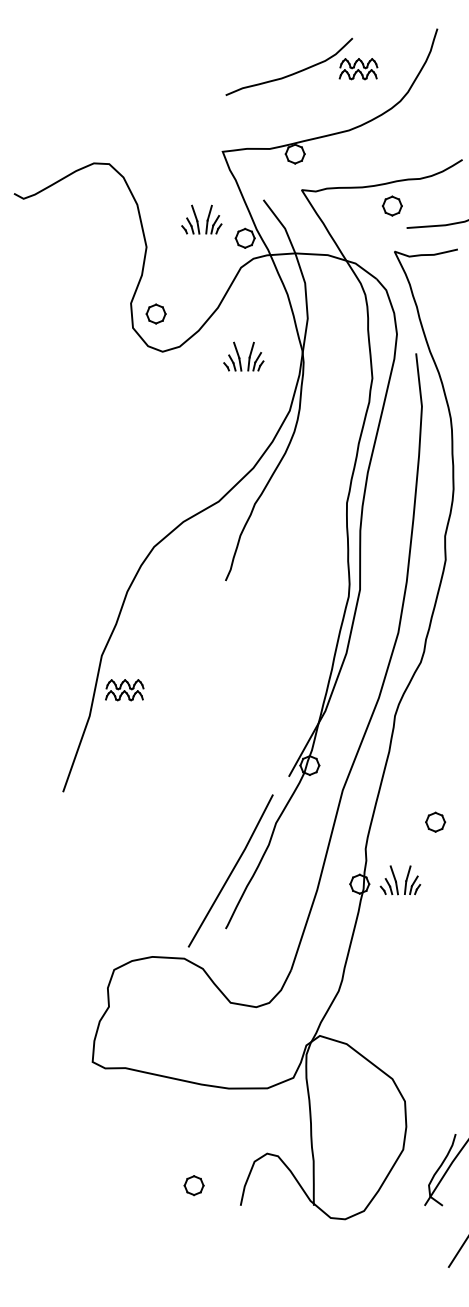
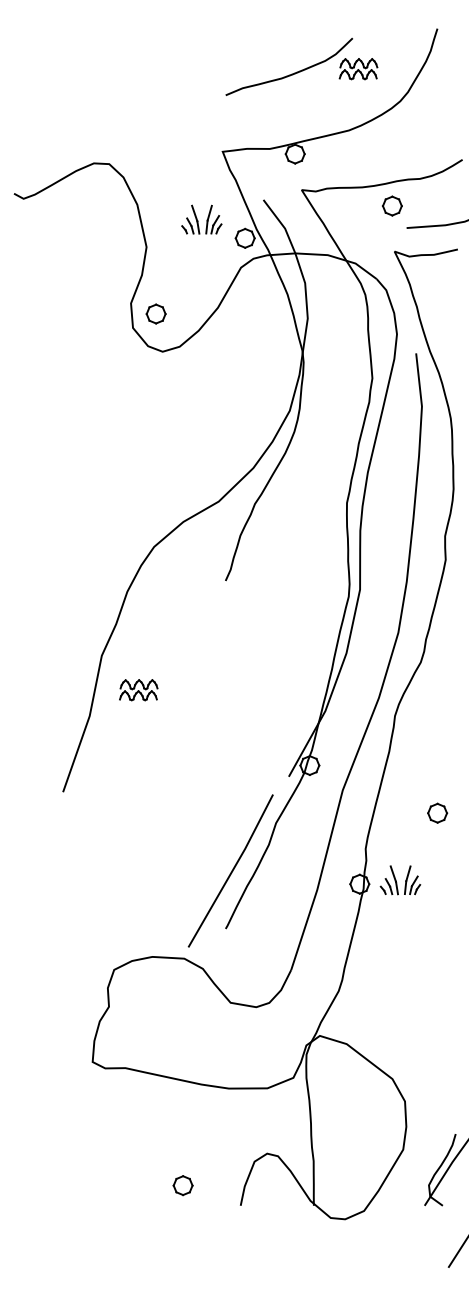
part at (243, 356): present -> none
part at (124, 690) position: (124, 690) -> (138, 690)
part at (435, 821) position: (435, 821) -> (437, 812)
part at (193, 1185) position: (193, 1185) -> (182, 1185)
